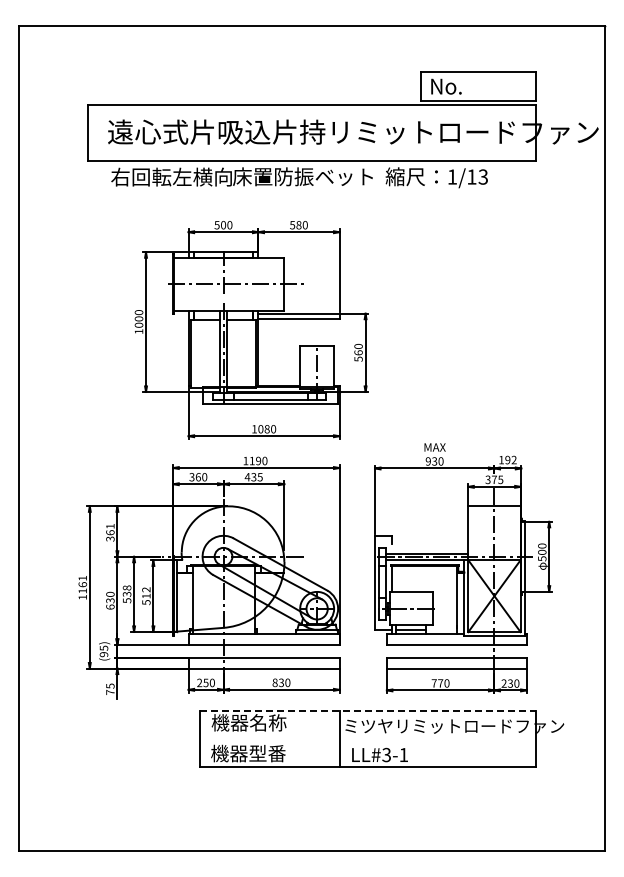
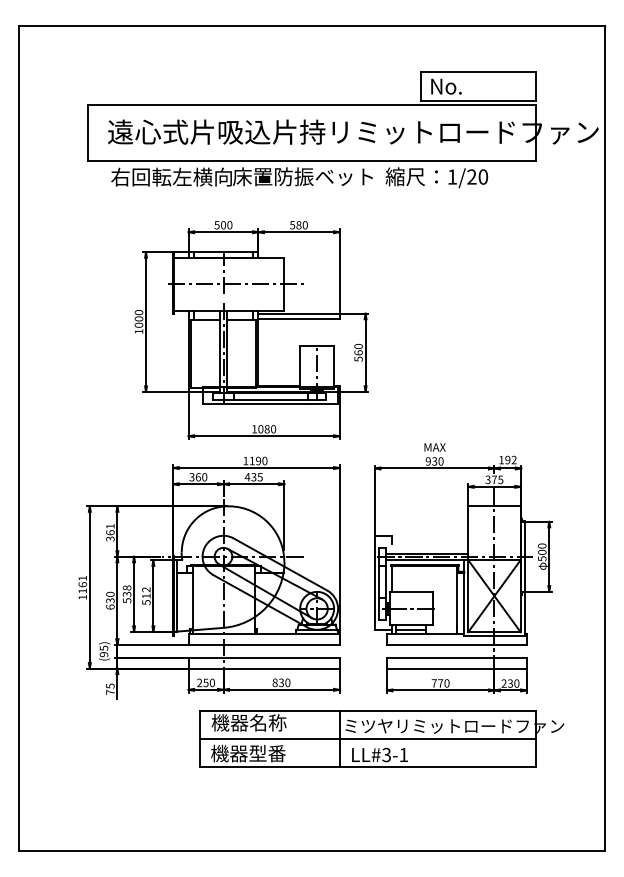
text at (477, 176): 1/13 -> 1/20
line at (367, 710): dashed -> solid
line at (367, 738): none -> present
